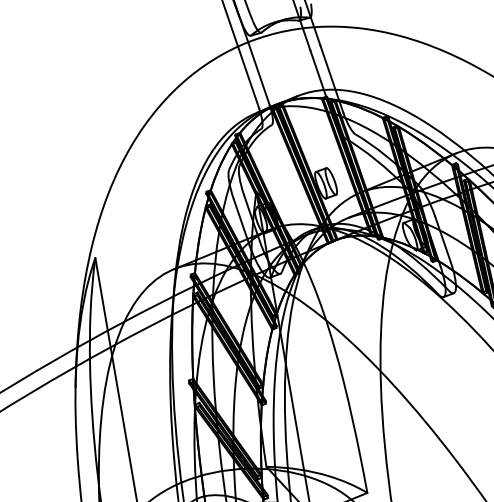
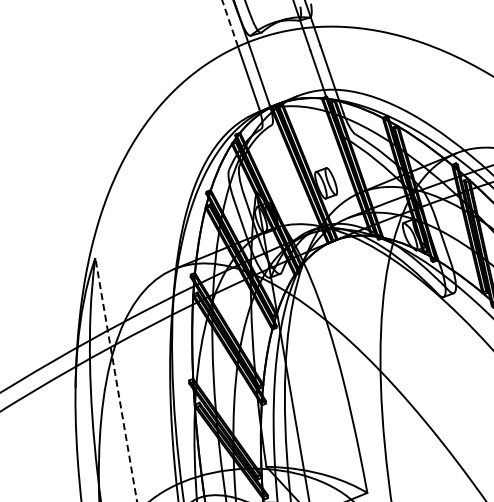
line at (230, 23): solid -> dashed
line at (116, 379): solid -> dashed
